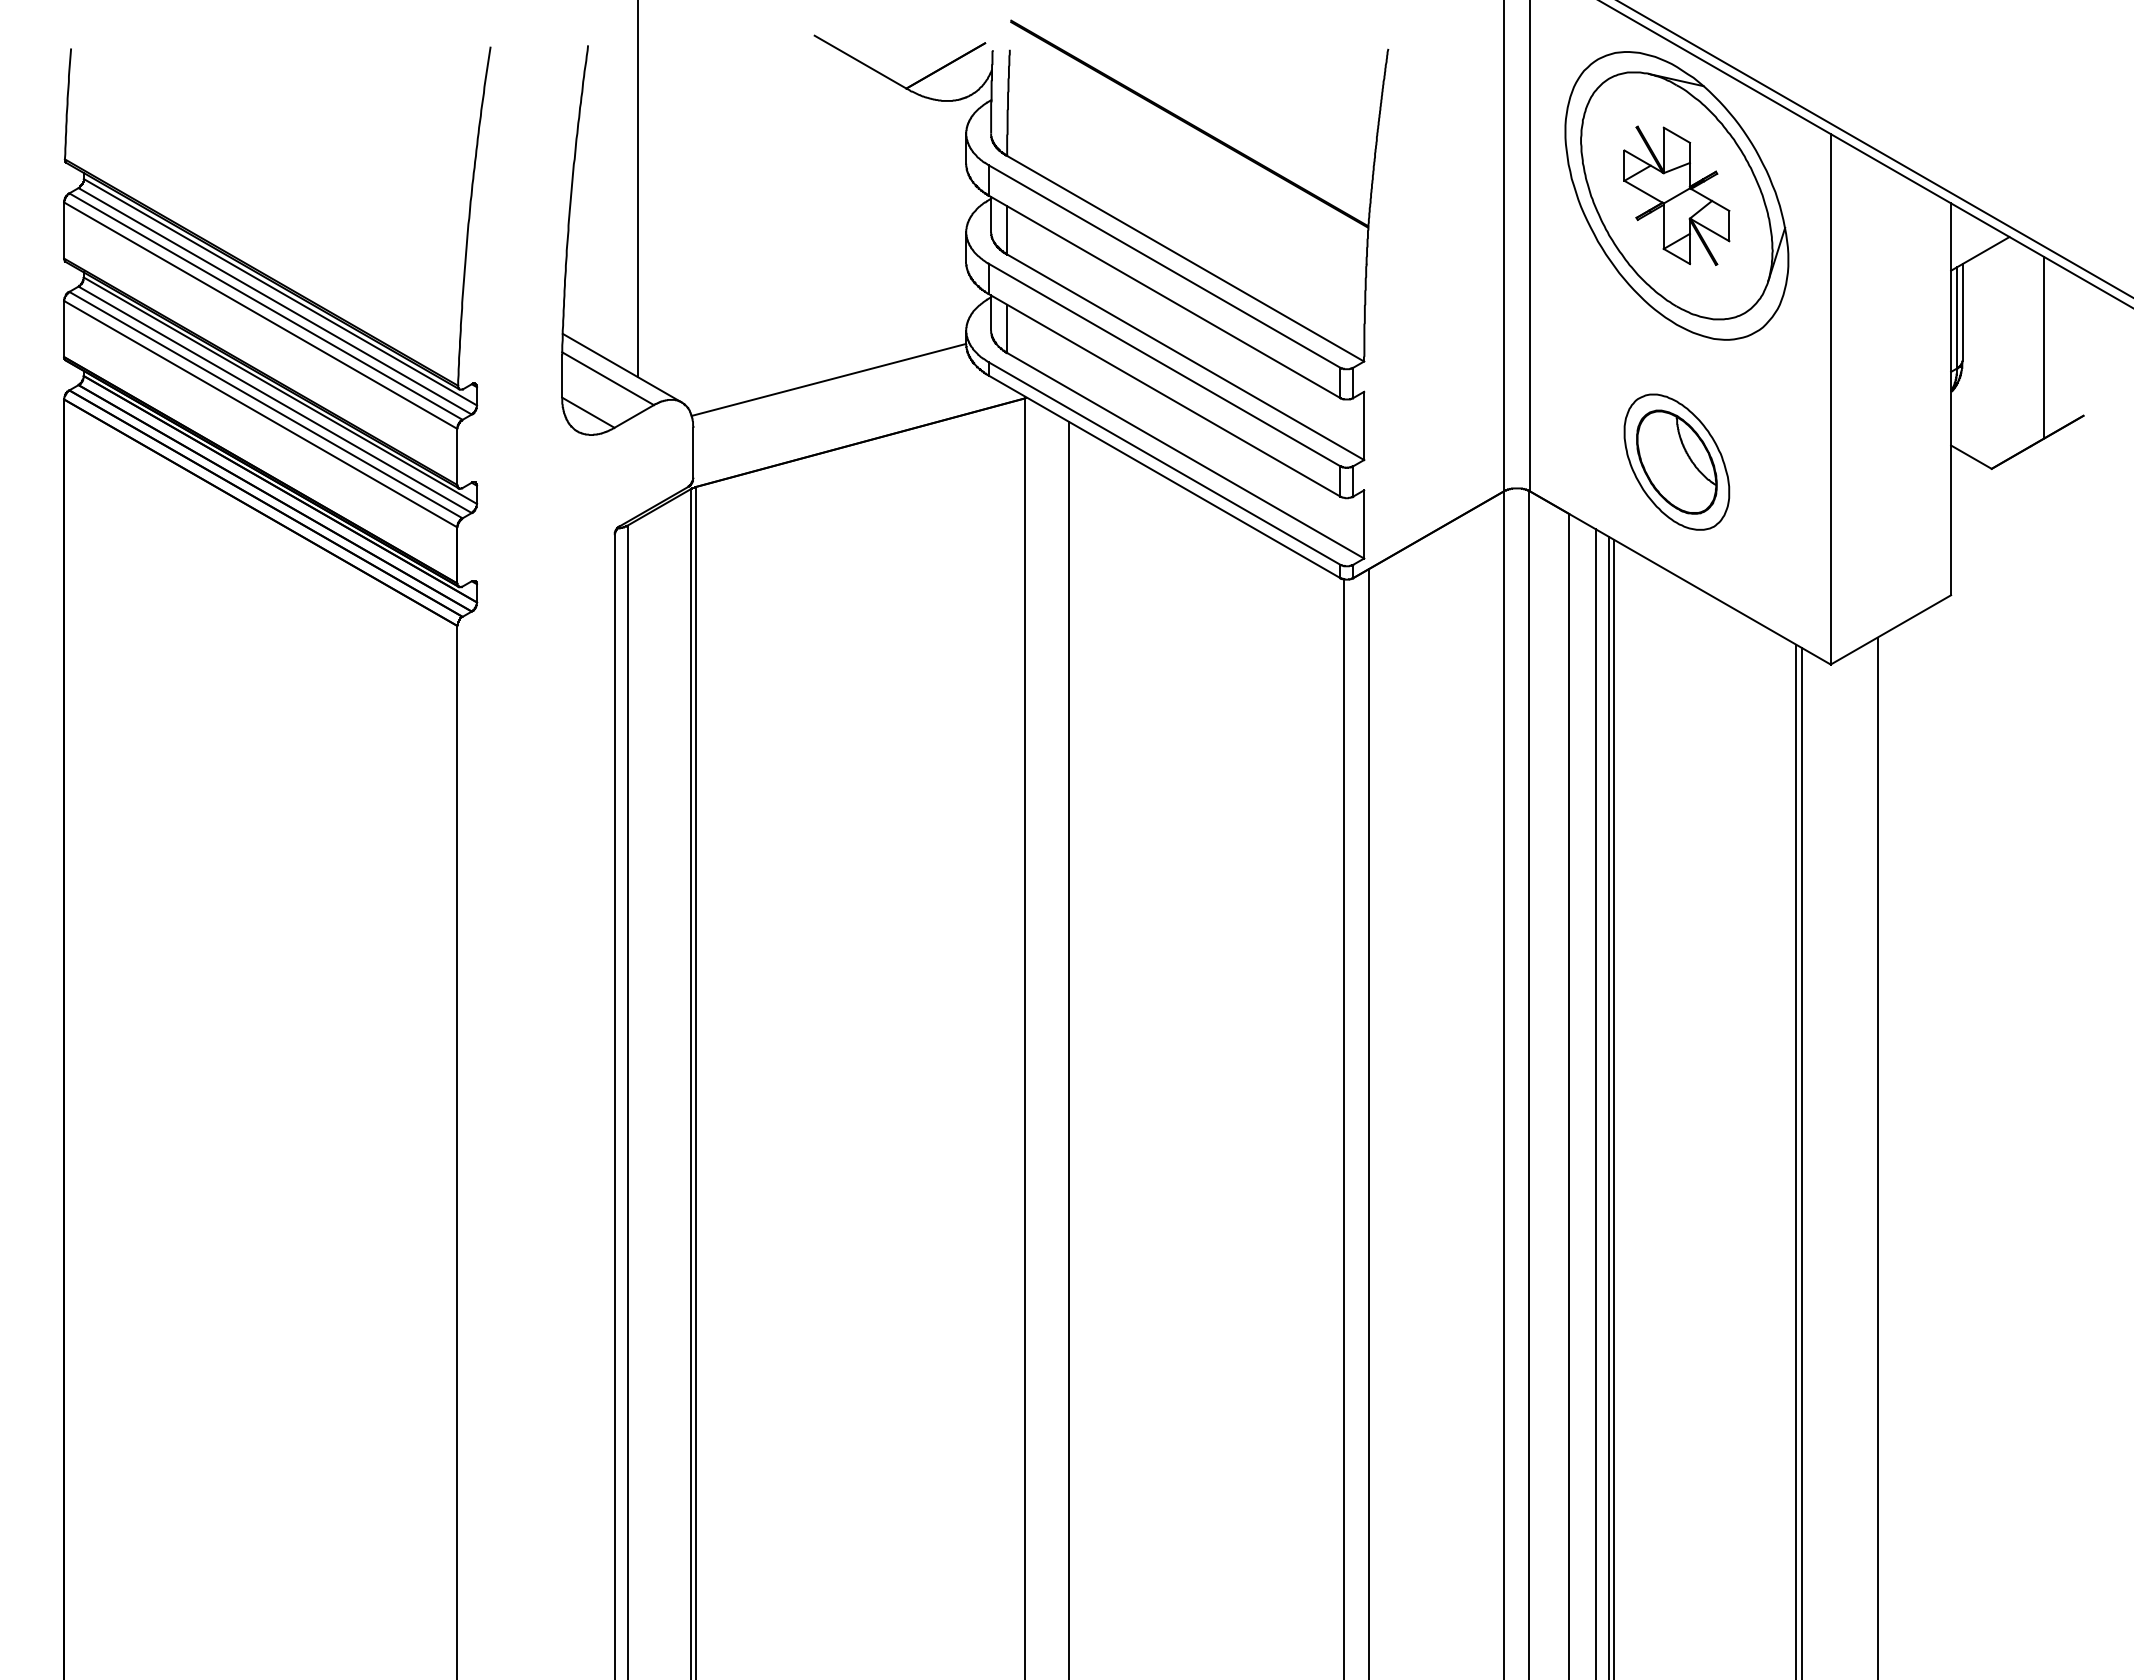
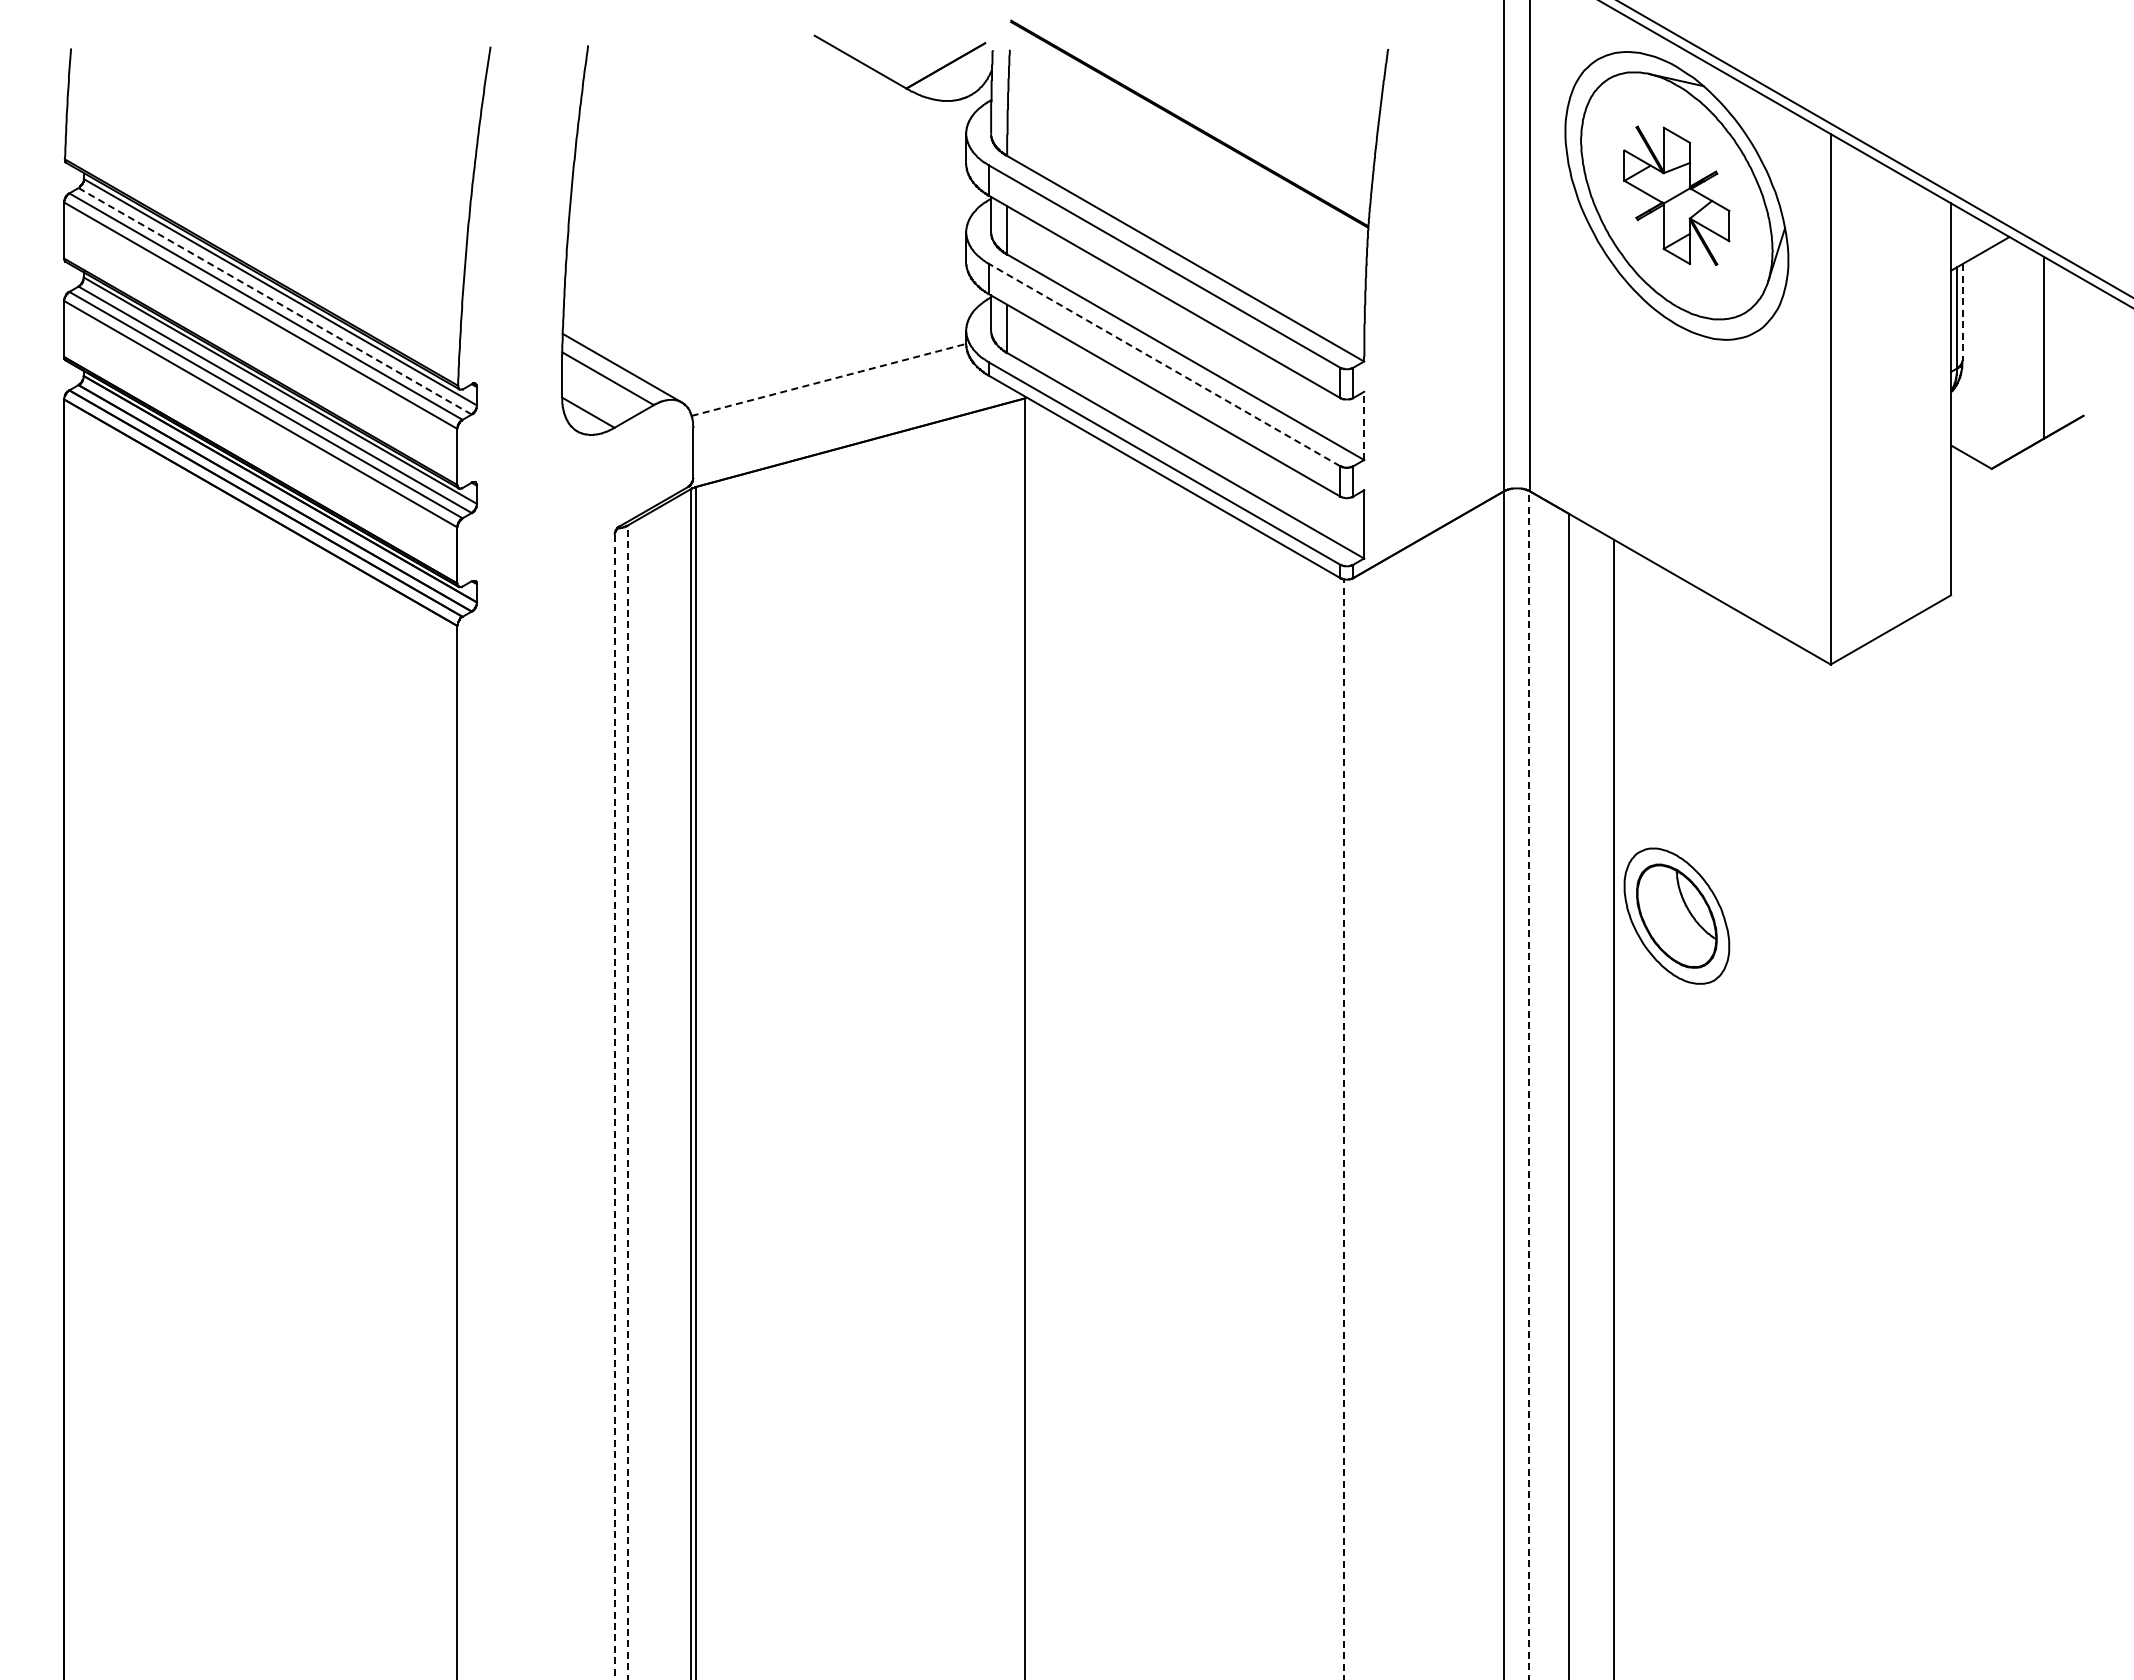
line at (637, 189): present -> none
line at (275, 301): solid -> dashed
line at (1962, 313): solid -> dashed
line at (1164, 365): solid -> dashed
line at (828, 379): solid -> dashed
line at (1364, 425): solid -> dashed
part at (1676, 461) position: (1676, 461) -> (1676, 915)
line at (1068, 1048): present -> none
line at (1529, 1084): solid -> dashed
line at (627, 1102): solid -> dashed
line at (1595, 1102): present -> none
line at (1608, 1106): present -> none
line at (614, 1107): solid -> dashed
line at (1369, 1122): present -> none
line at (1343, 1129): solid -> dashed
line at (1877, 1156): present -> none
line at (1796, 1160): present -> none
line at (1801, 1161): present -> none
